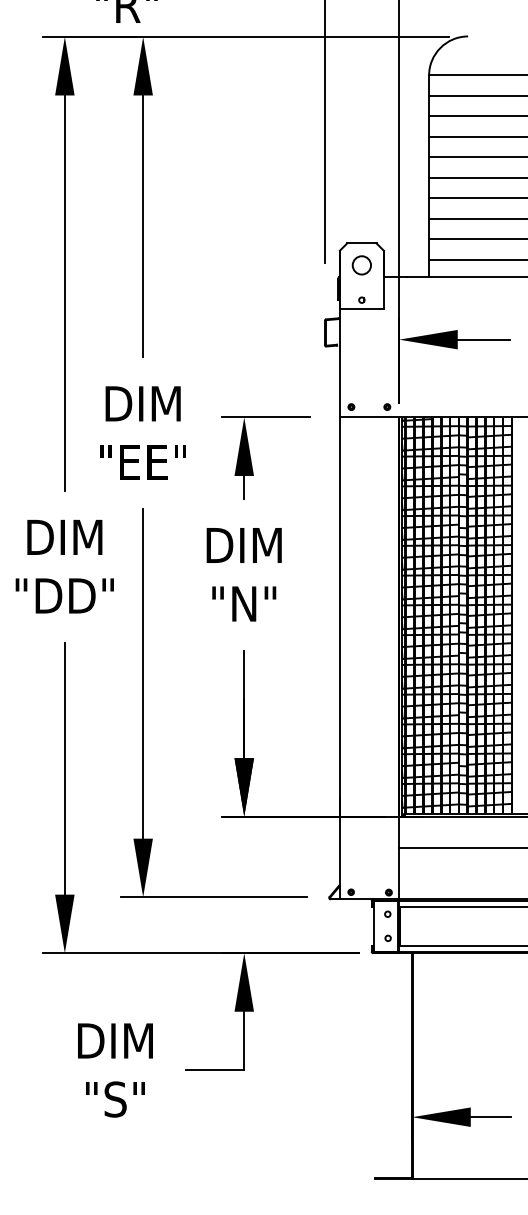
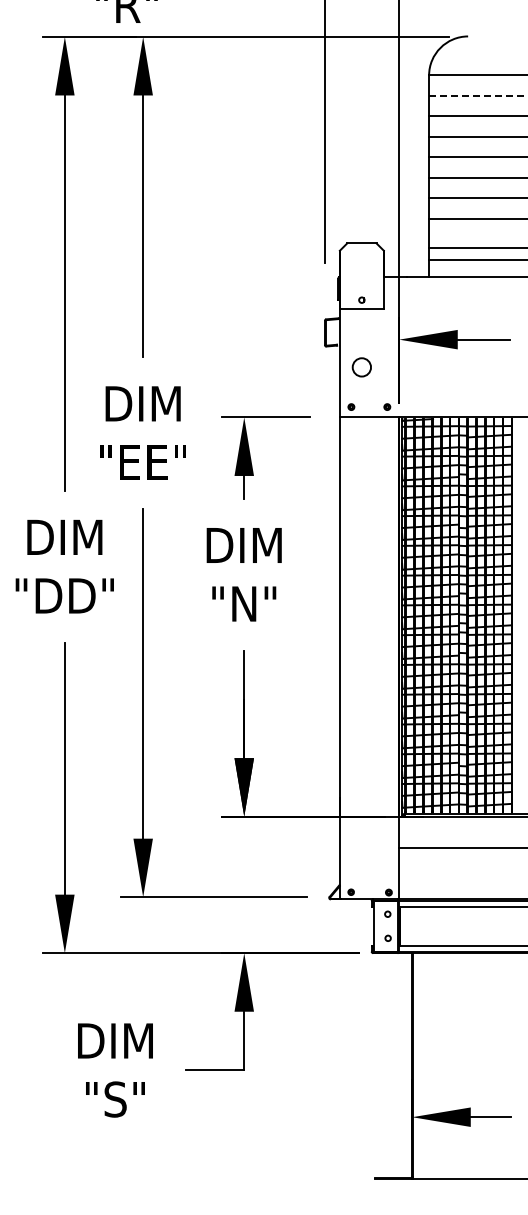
line at (478, 95): solid -> dashed
line at (476, 239) position: (476, 239) -> (476, 248)
circle at (361, 265) position: (361, 265) -> (361, 367)
